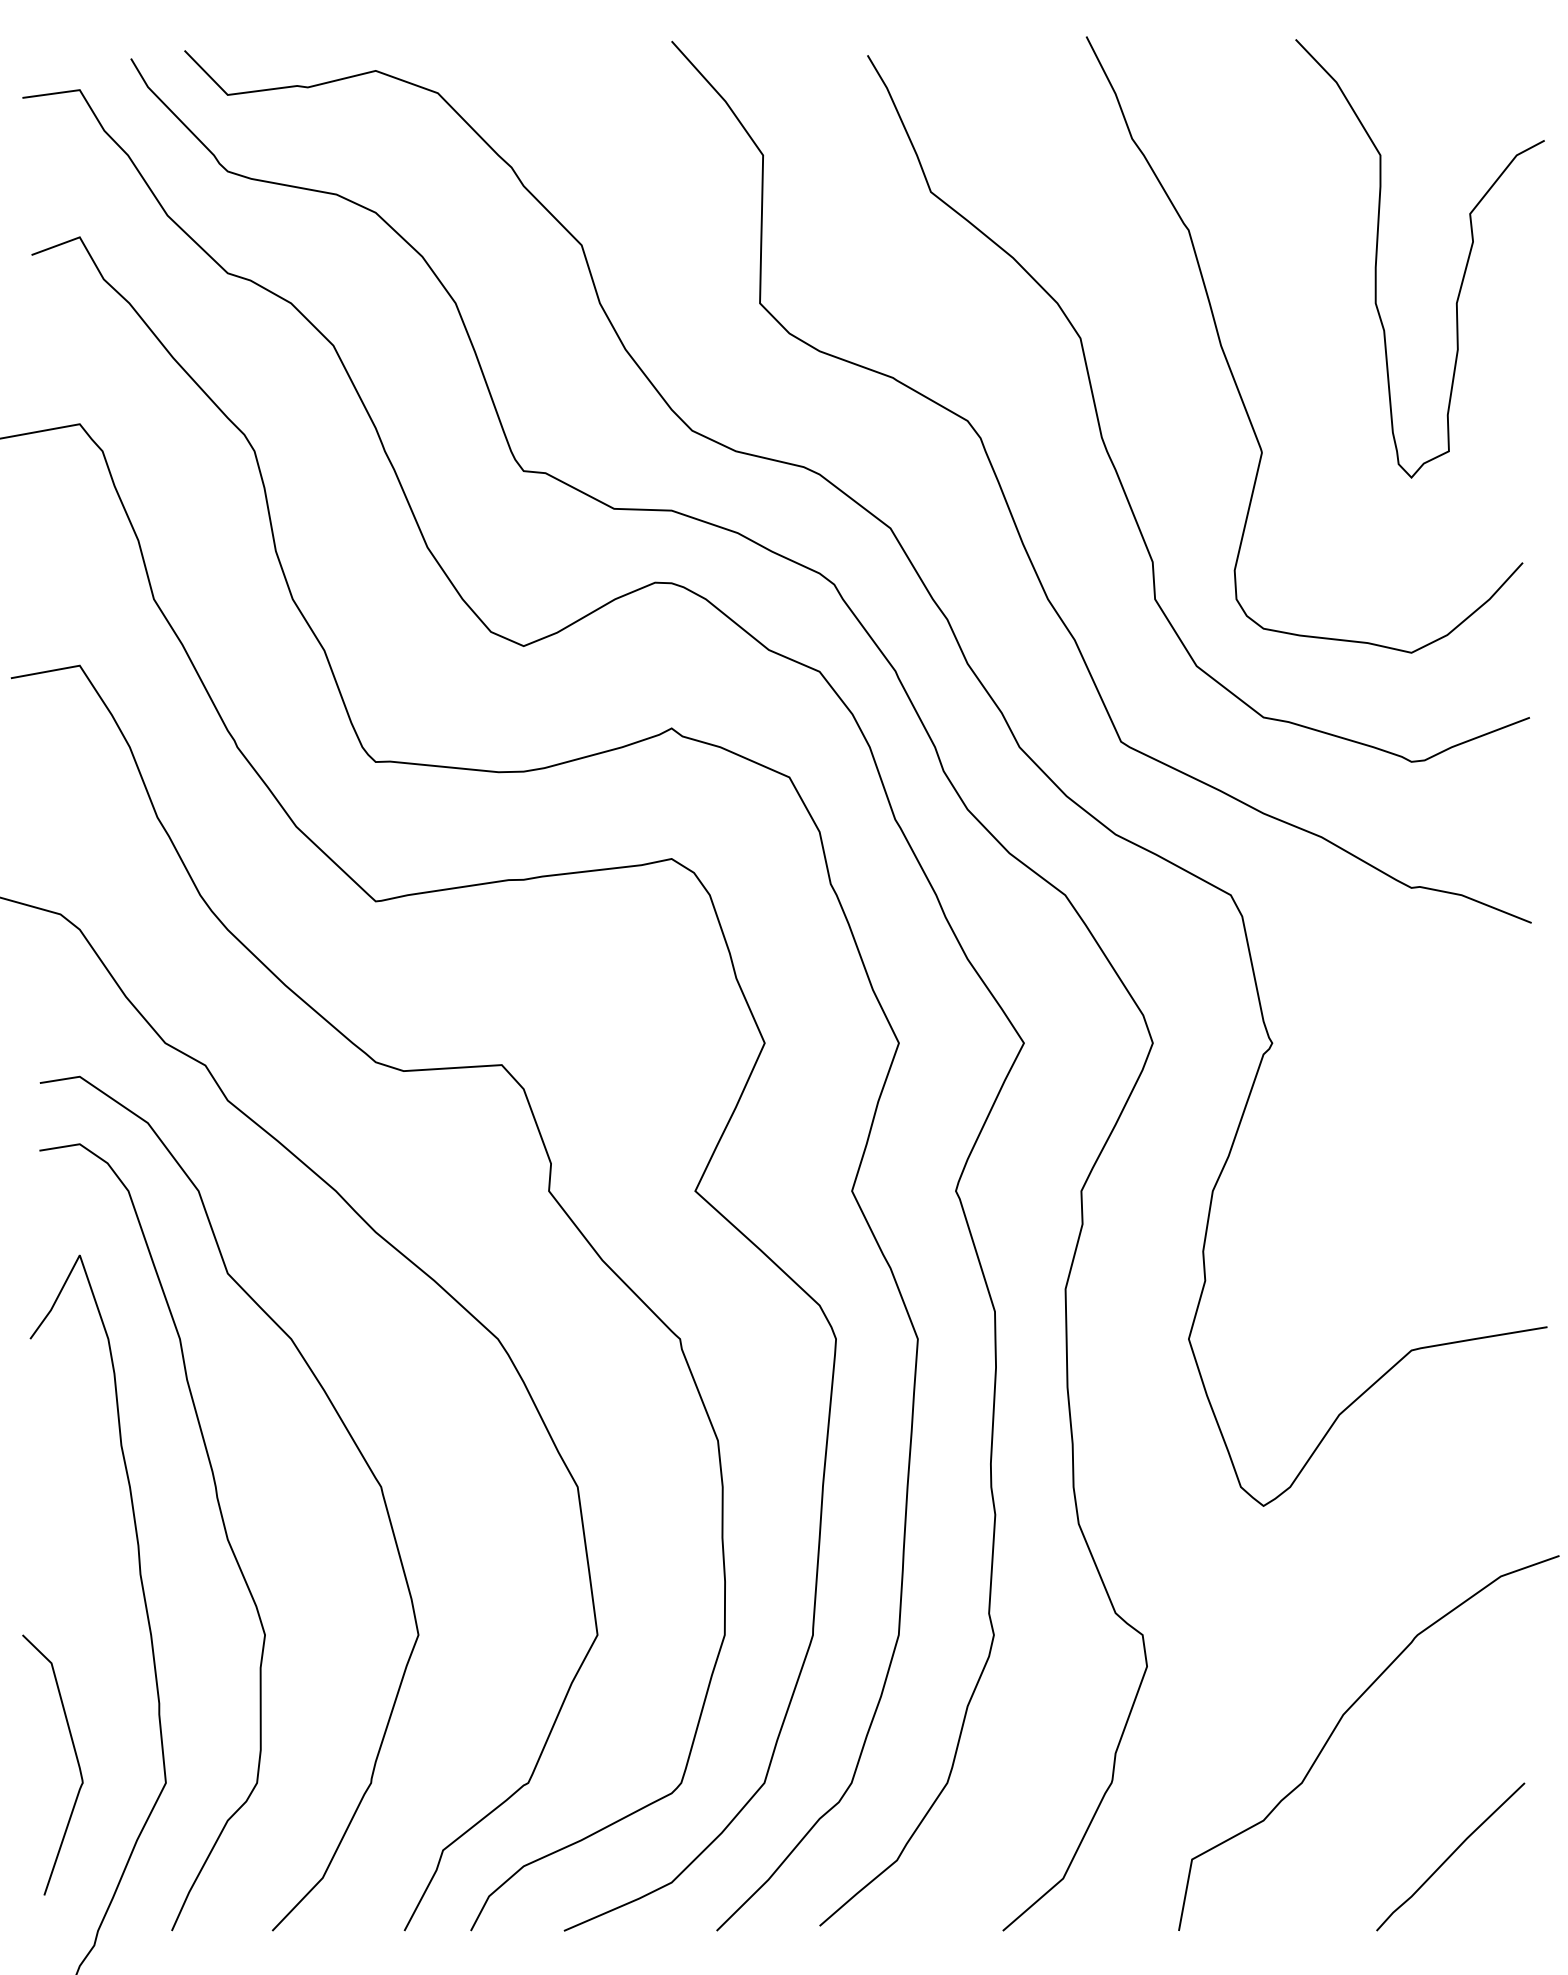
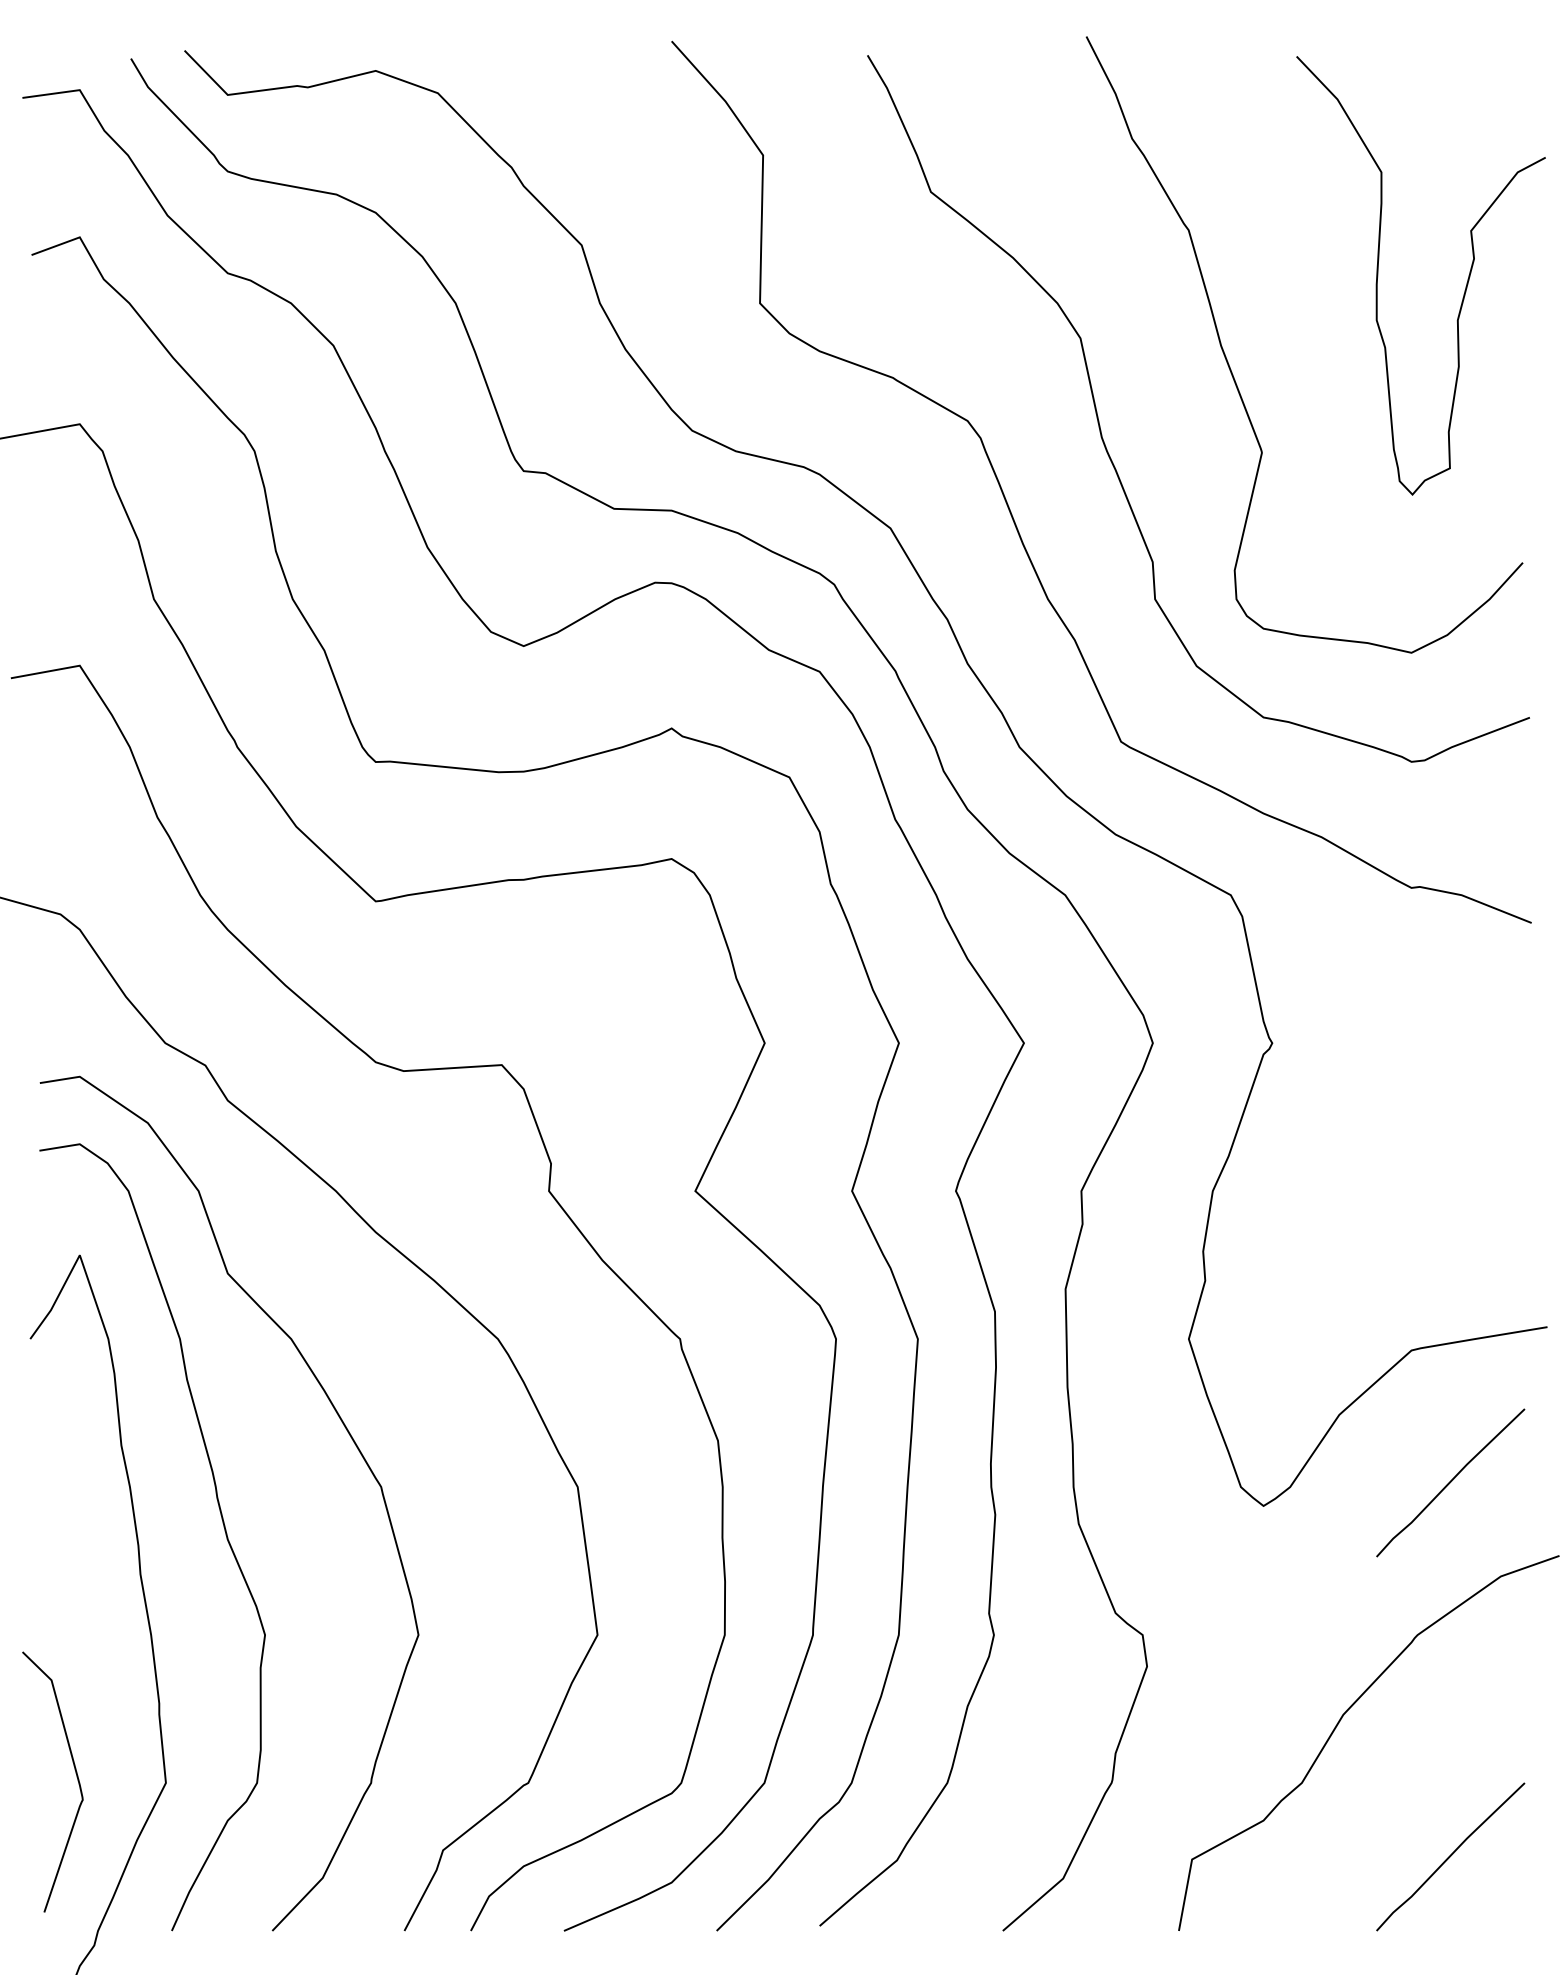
curve at (1377, 258) position: (1377, 258) -> (1378, 275)
line at (1450, 1482): none -> present
curve at (76, 1760) position: (76, 1760) -> (76, 1777)
